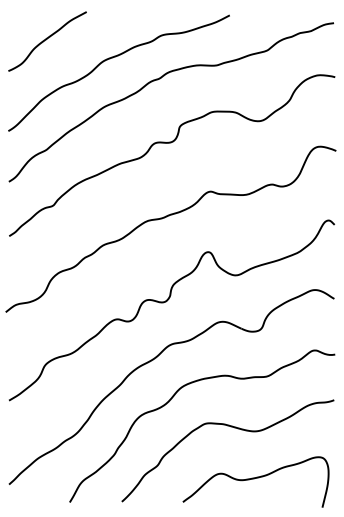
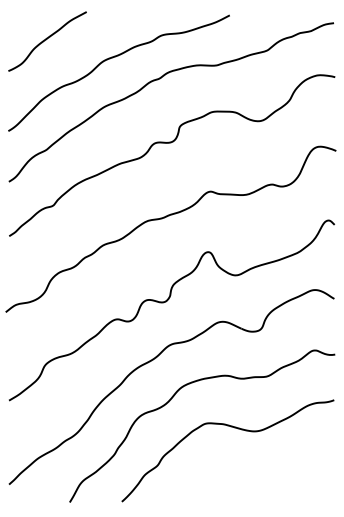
curve at (254, 479): present -> none
